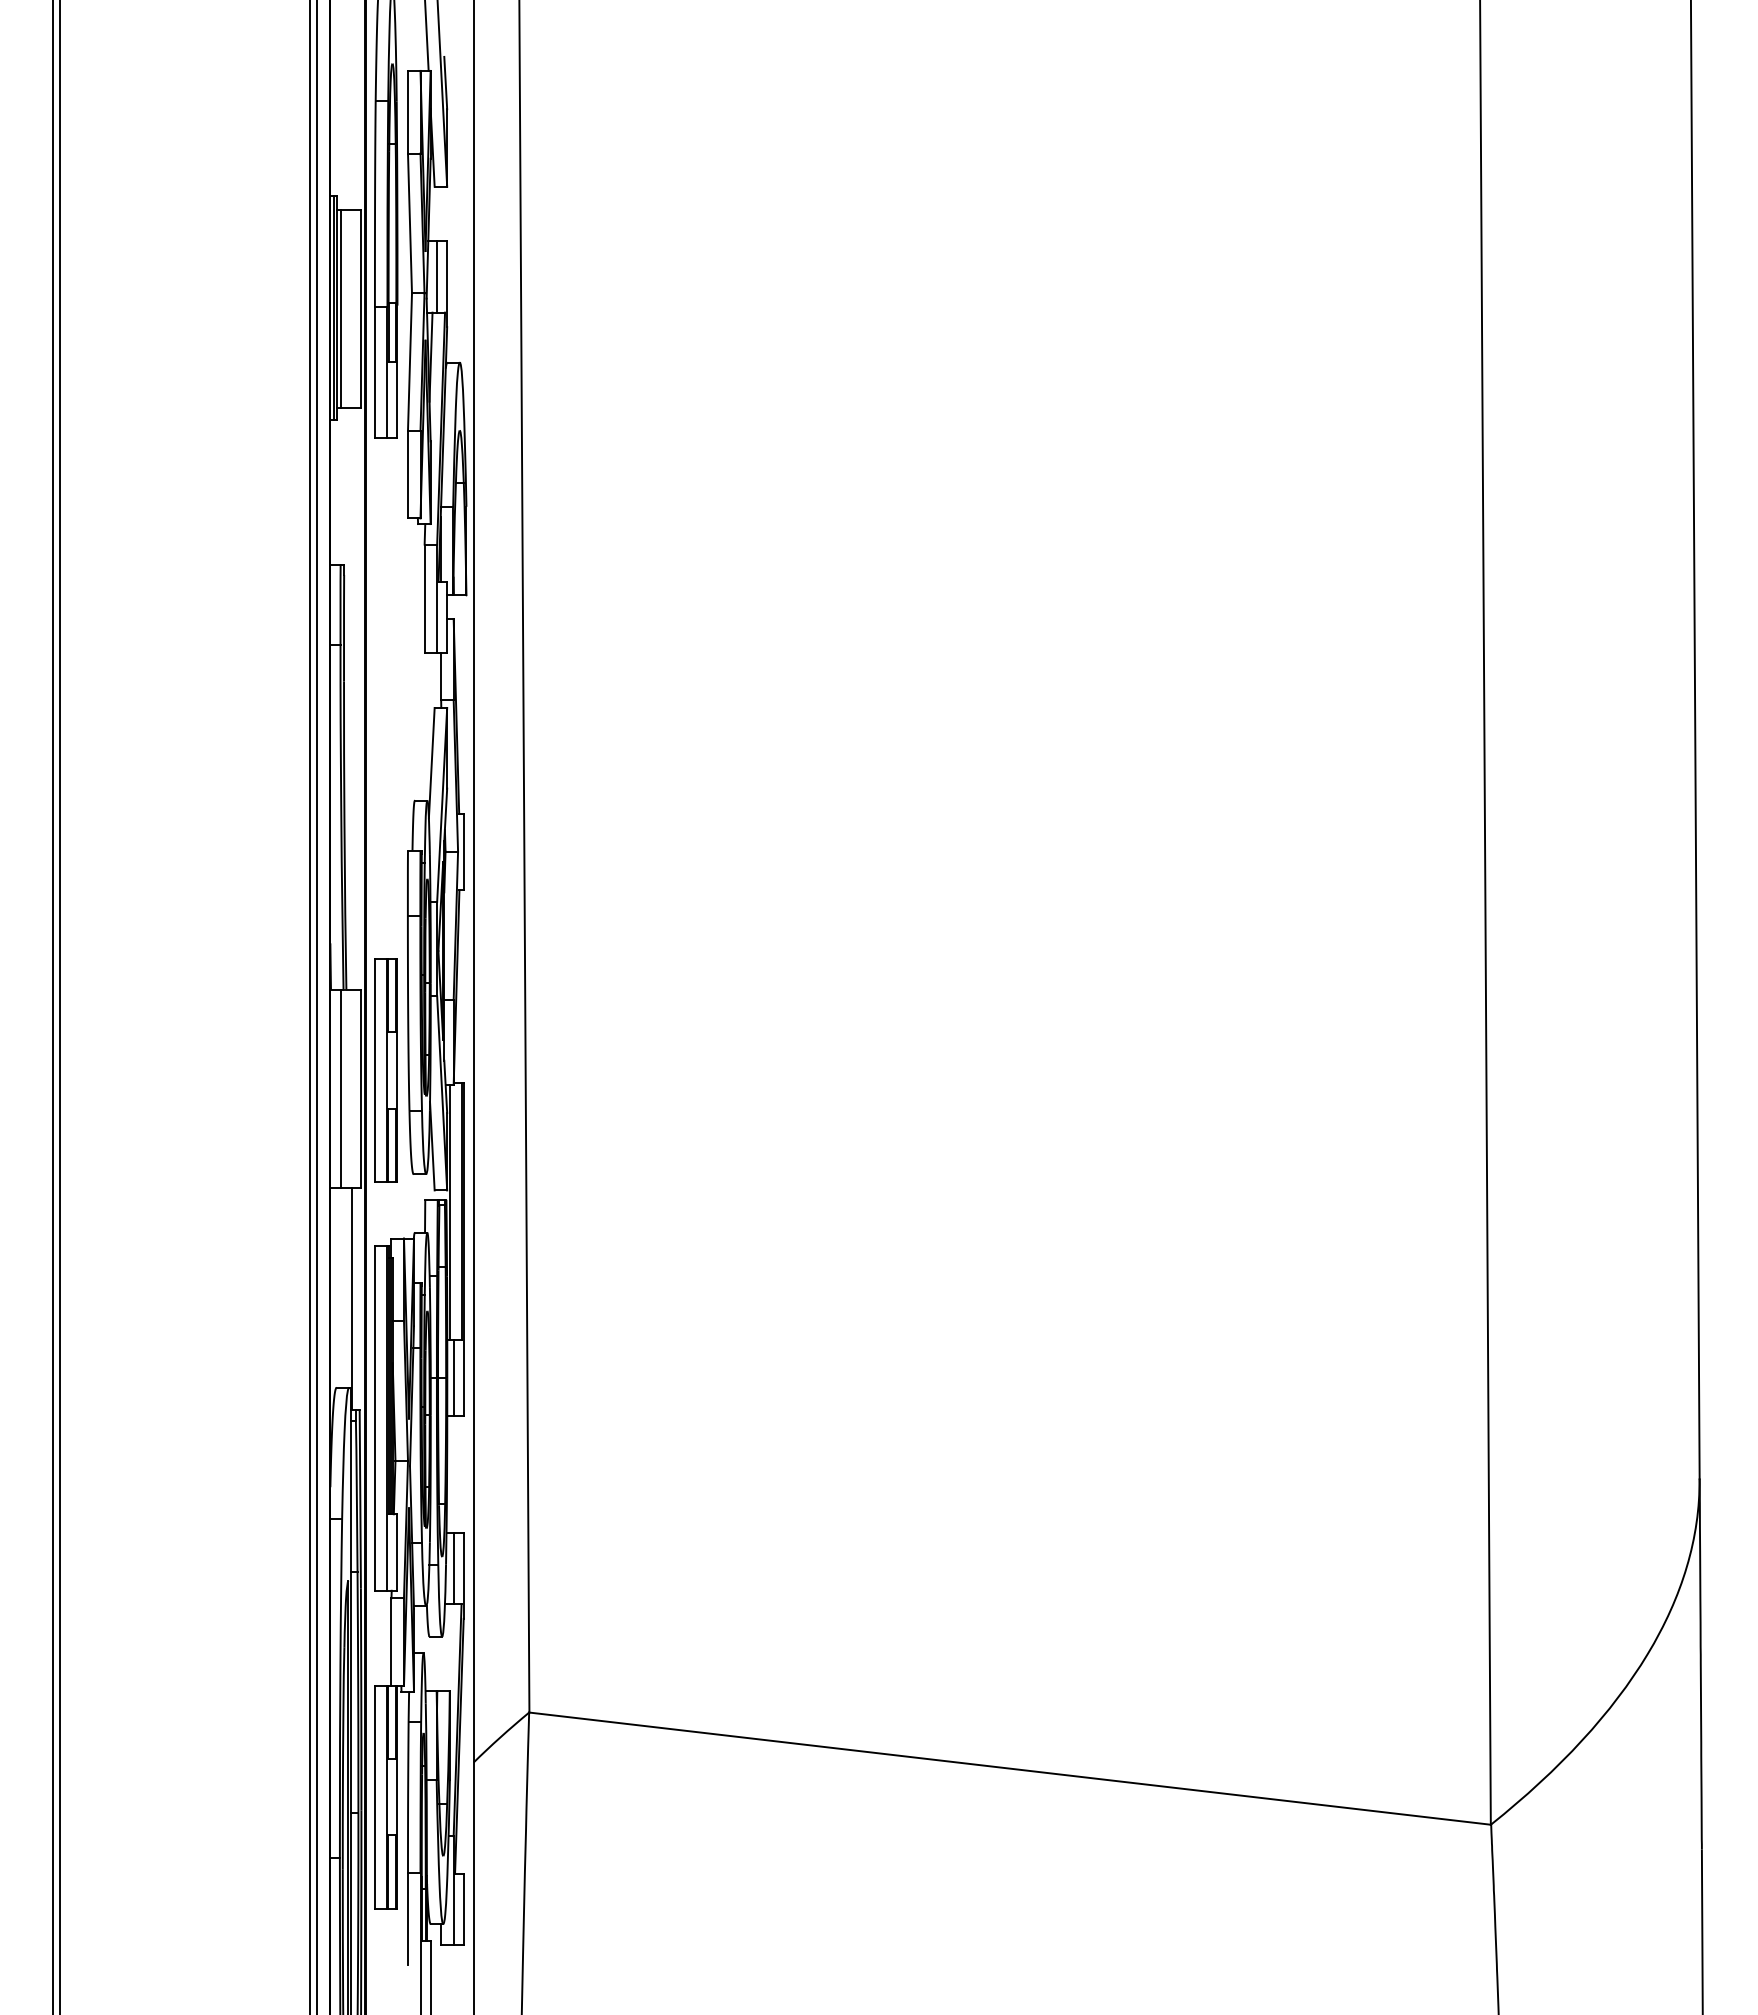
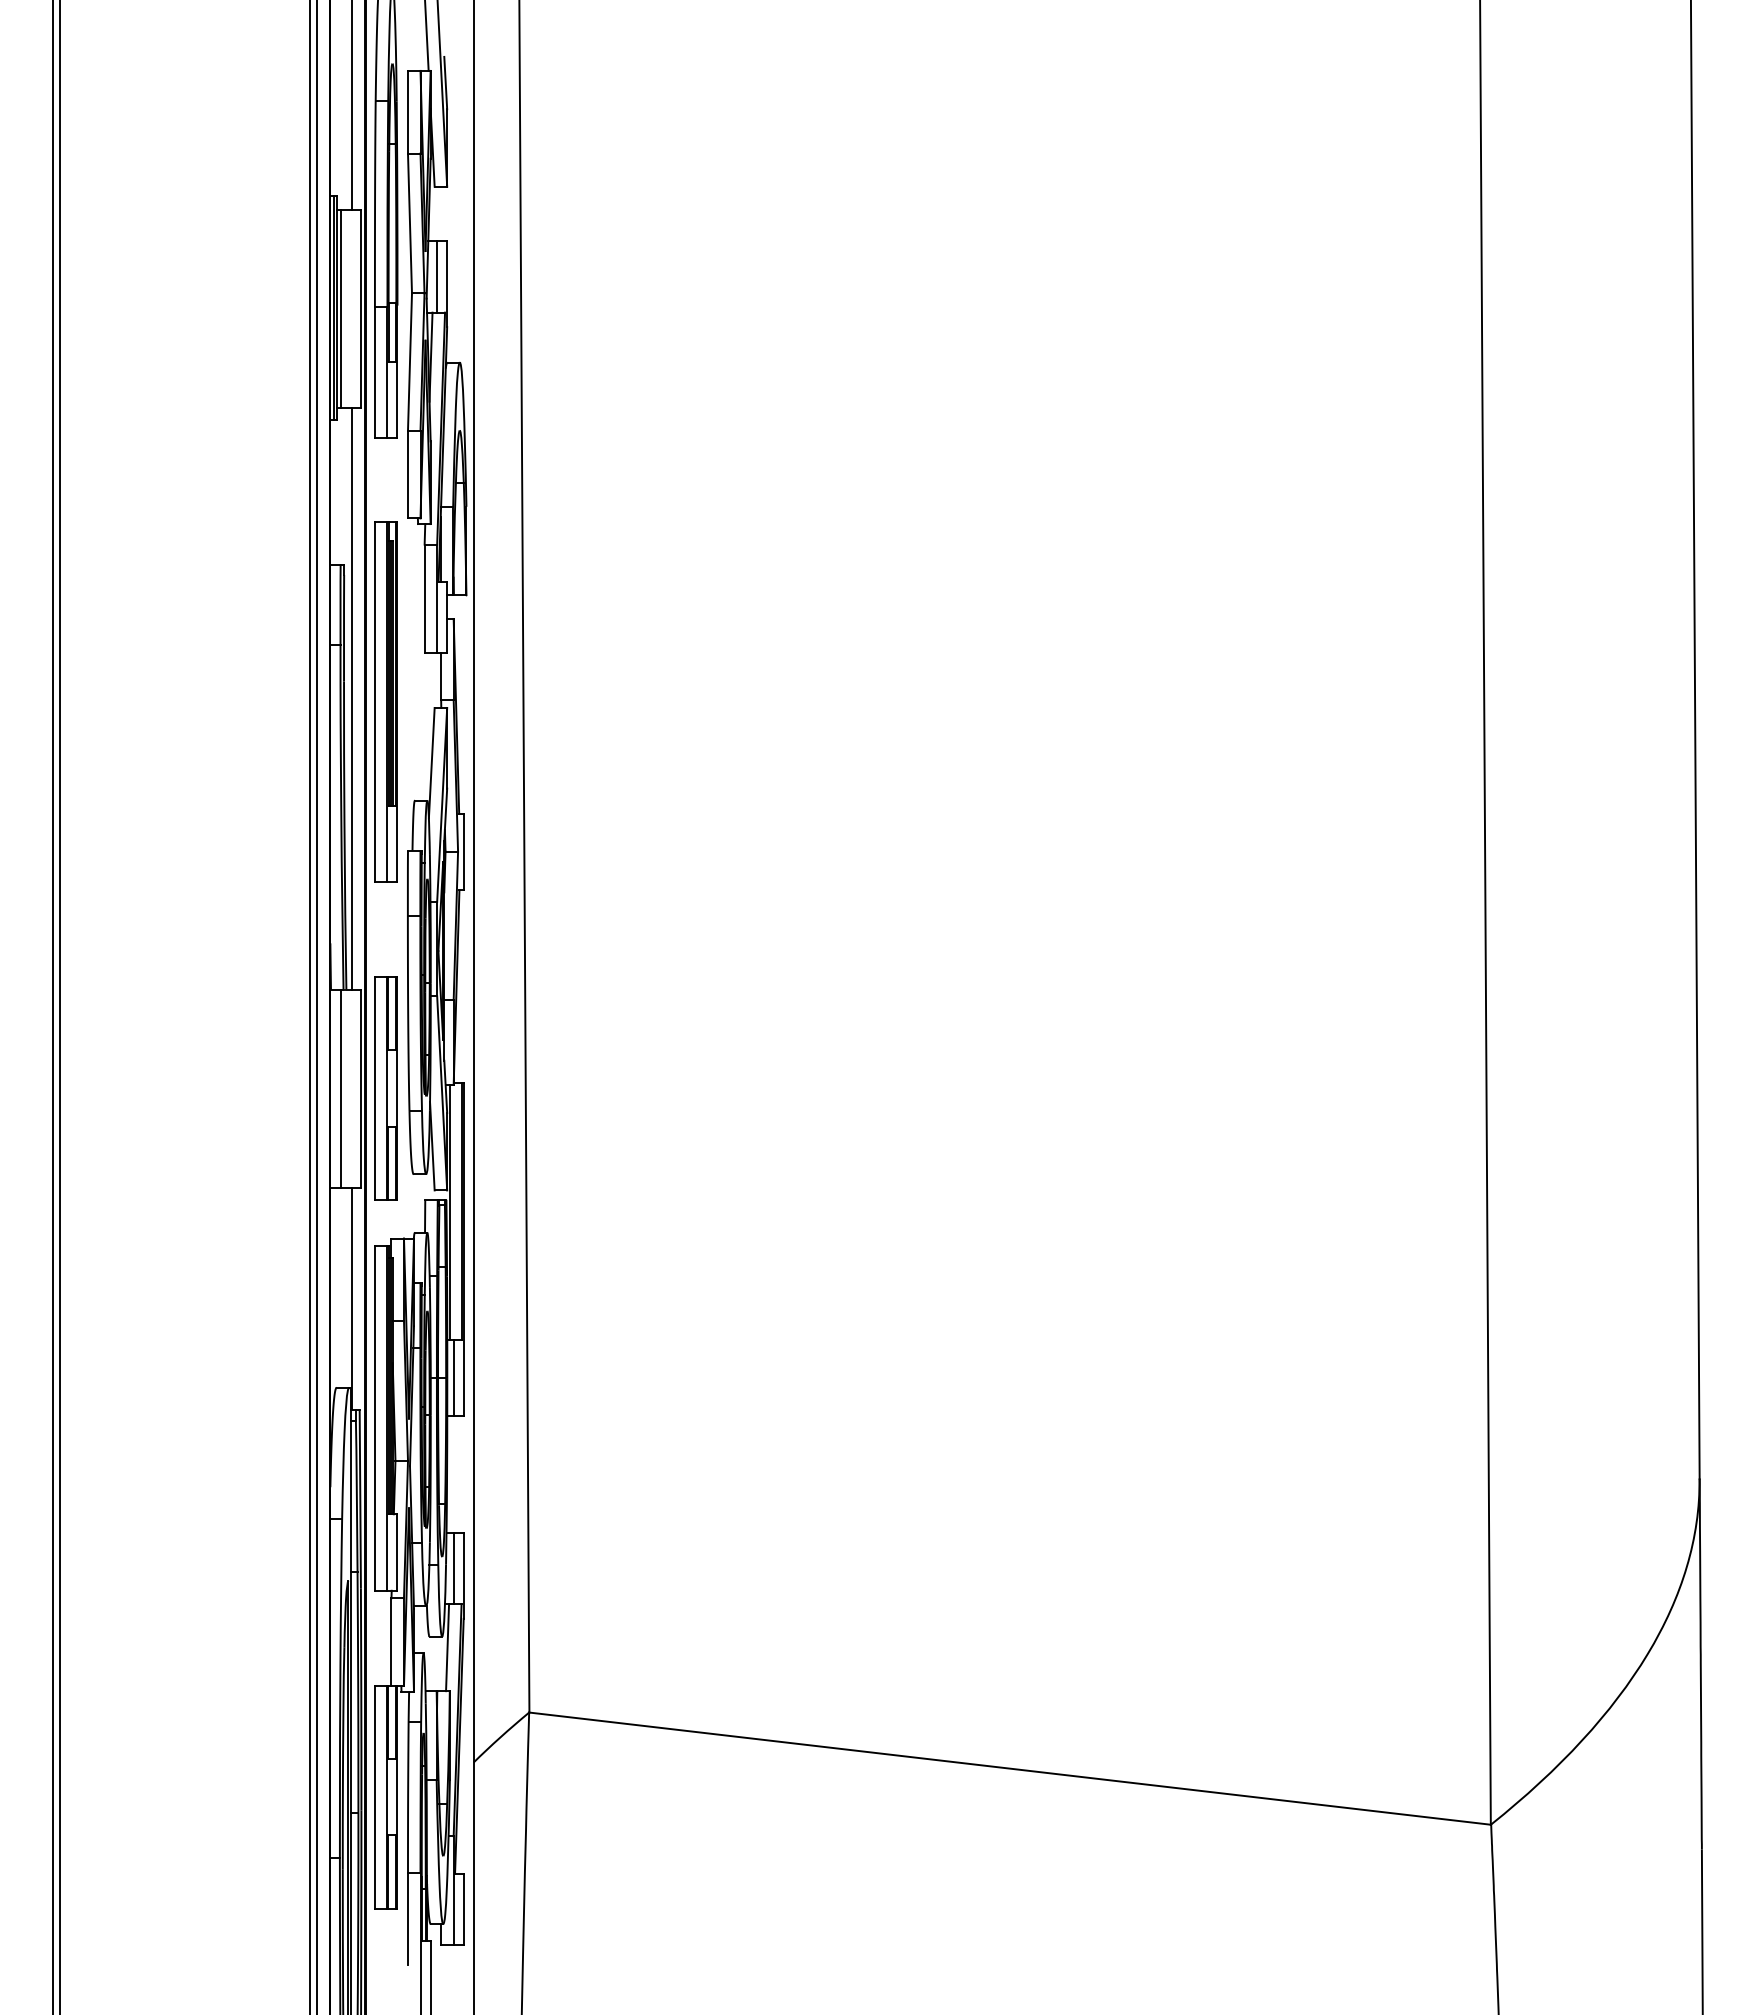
line at (352, 105): none -> present
line at (352, 698): none -> present
part at (385, 701): none -> present
part at (385, 1070) position: (385, 1070) -> (385, 1088)
line at (447, 1647): none -> present
